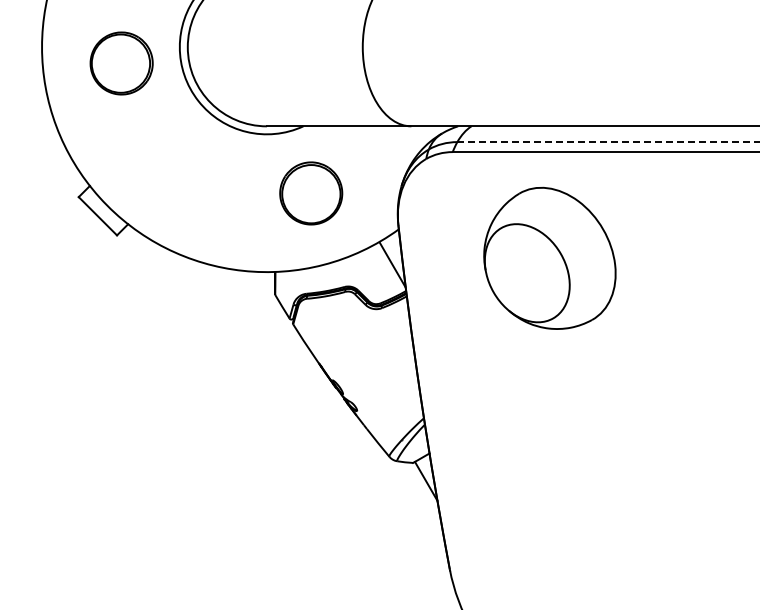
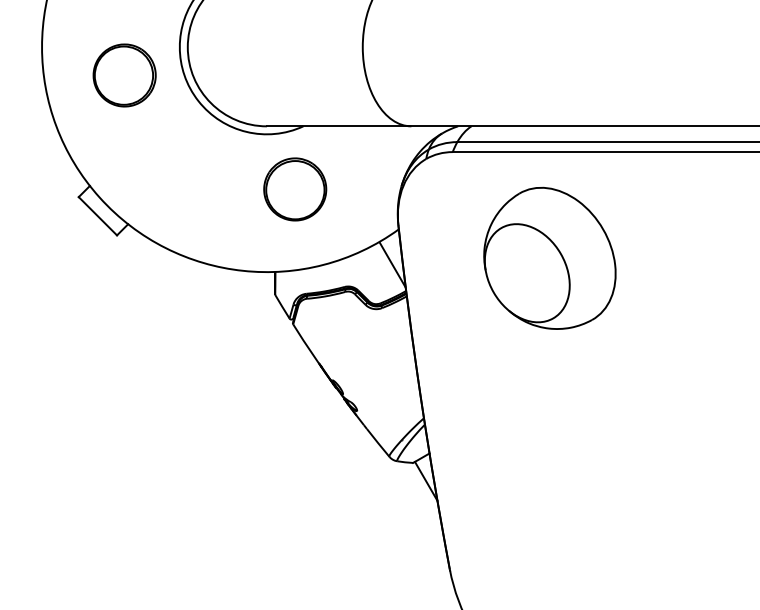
part at (121, 63) position: (121, 63) -> (124, 75)
line at (608, 142): dashed -> solid
part at (311, 193) position: (311, 193) -> (295, 189)
